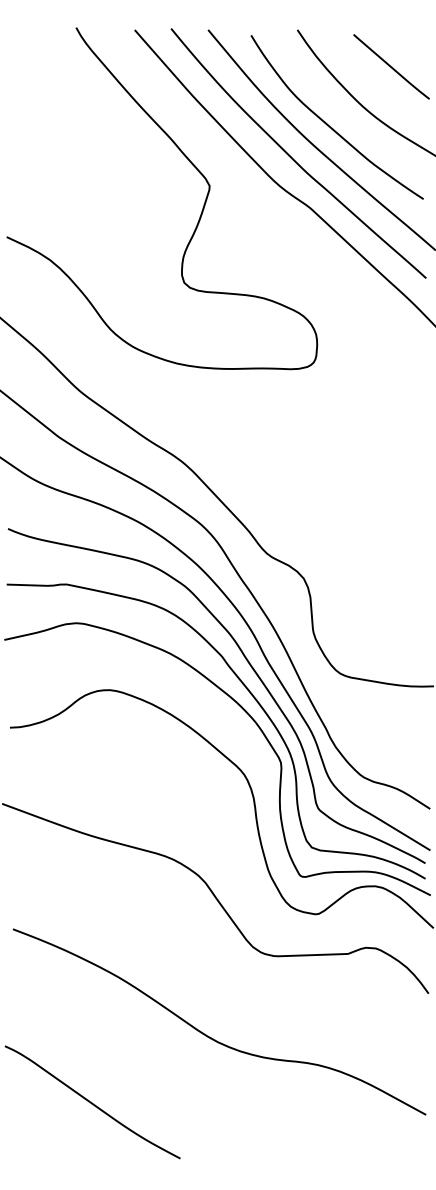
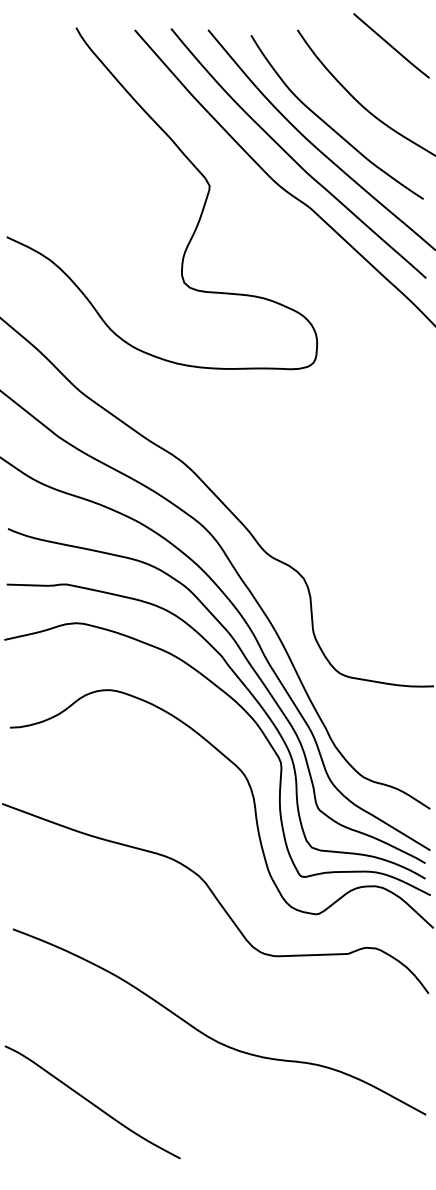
line at (391, 66) position: (391, 66) -> (391, 45)
